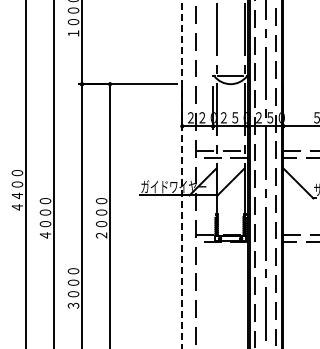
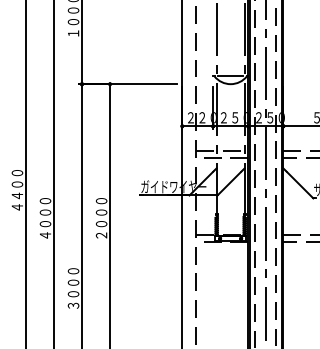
line at (182, 174): dashed -> solid
